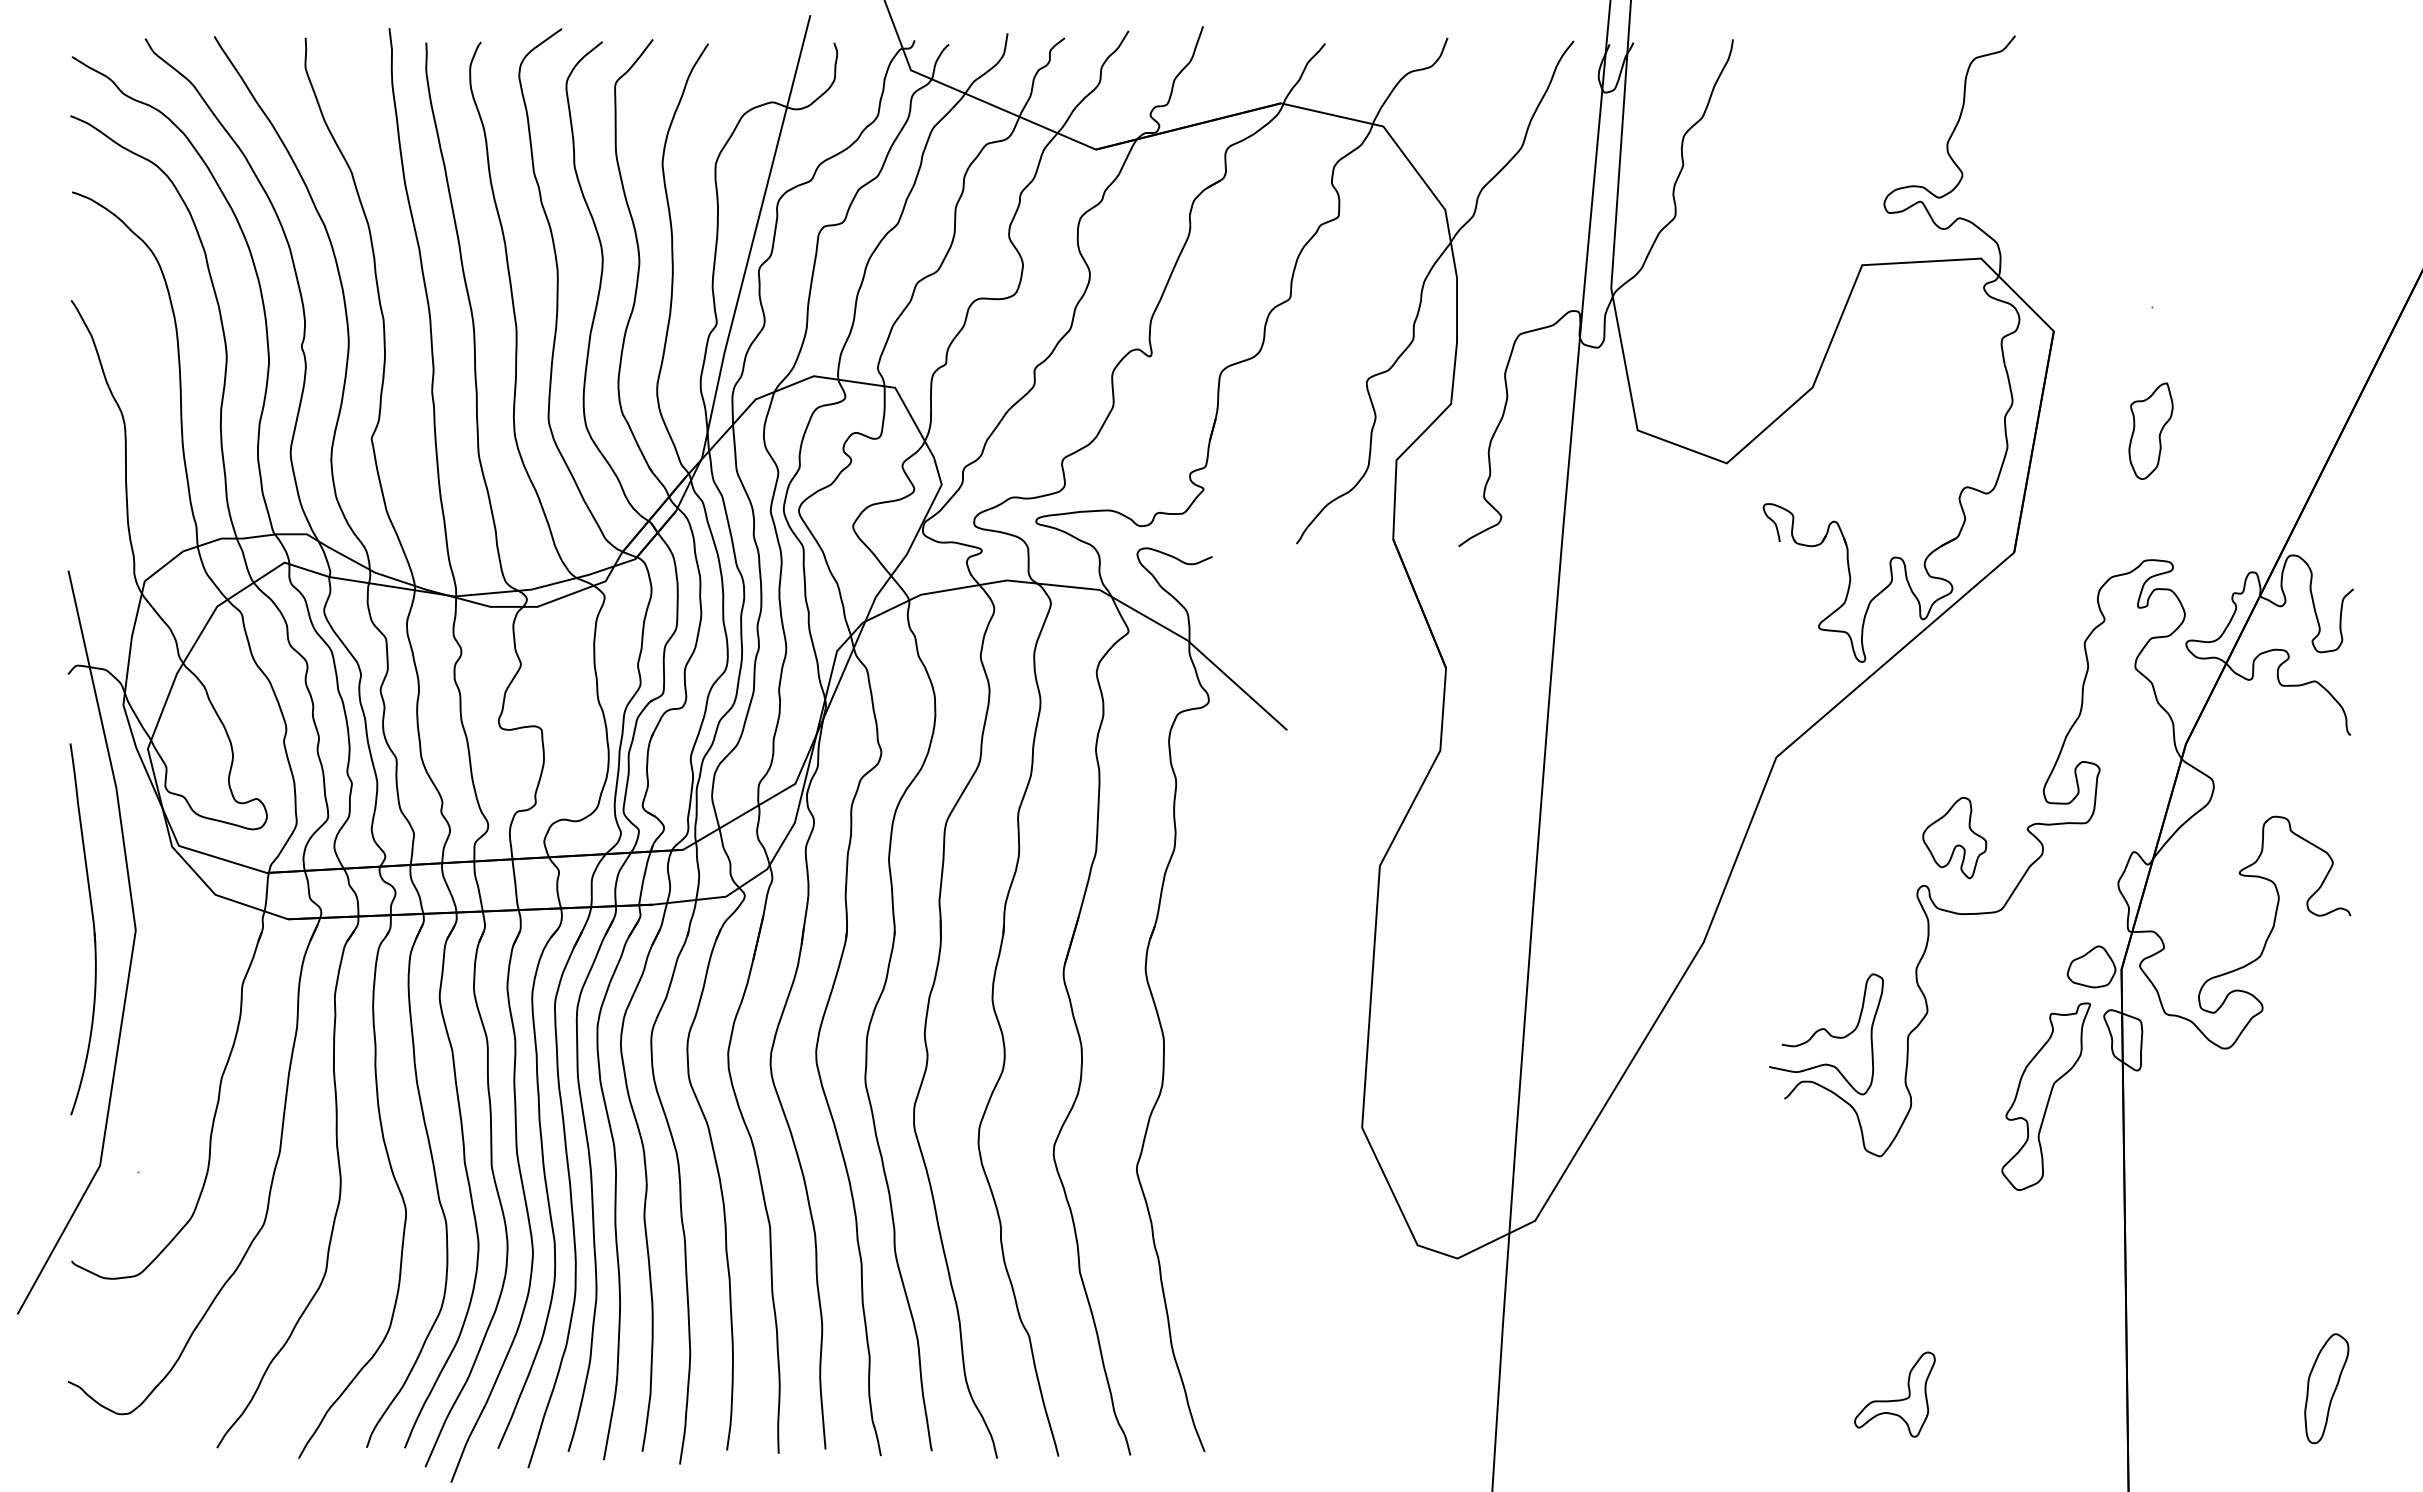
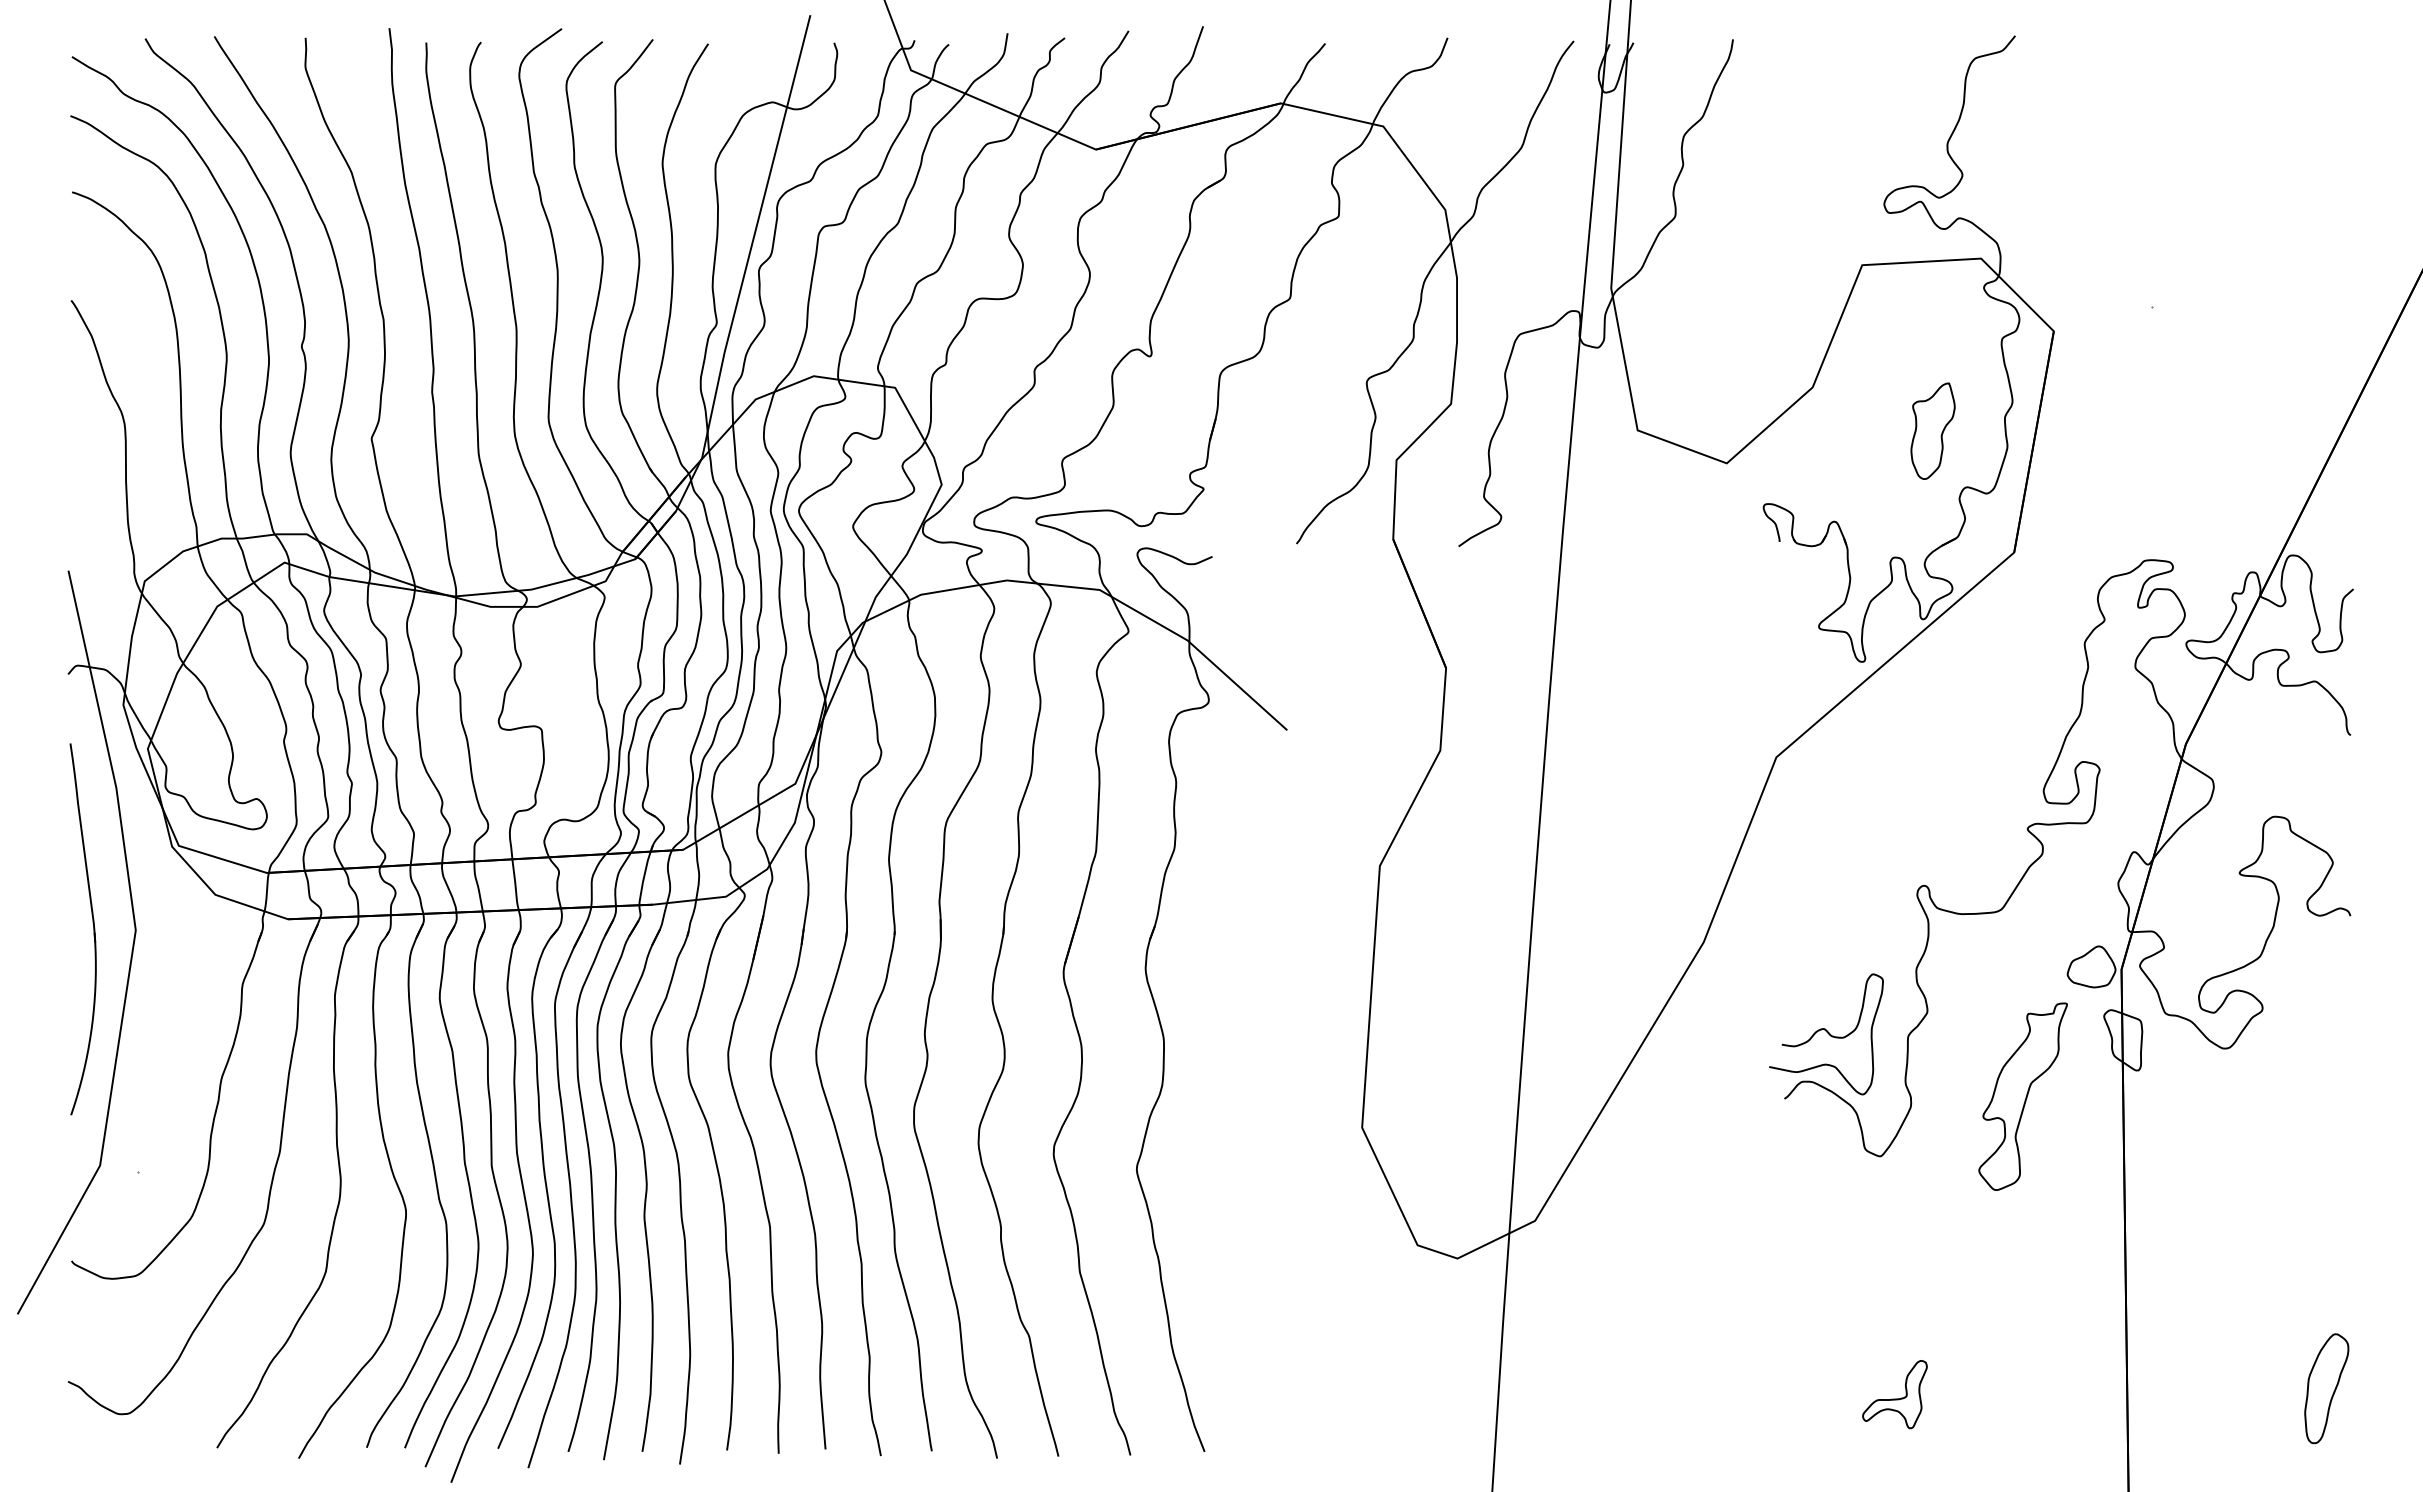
part at (2150, 430) position: (2150, 430) -> (1932, 430)
part at (1954, 838): present -> none
part at (2045, 1096) position: (2045, 1096) -> (2022, 1096)
part at (1894, 1394) size: 82x87 px -> 66x70 px
